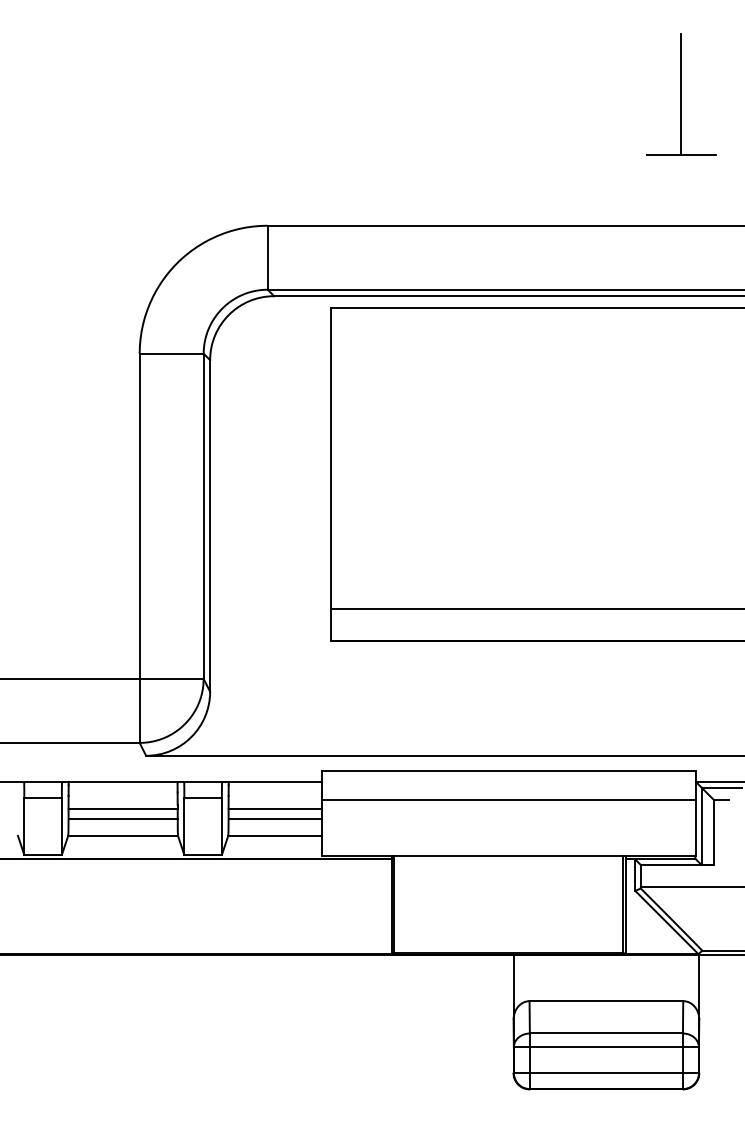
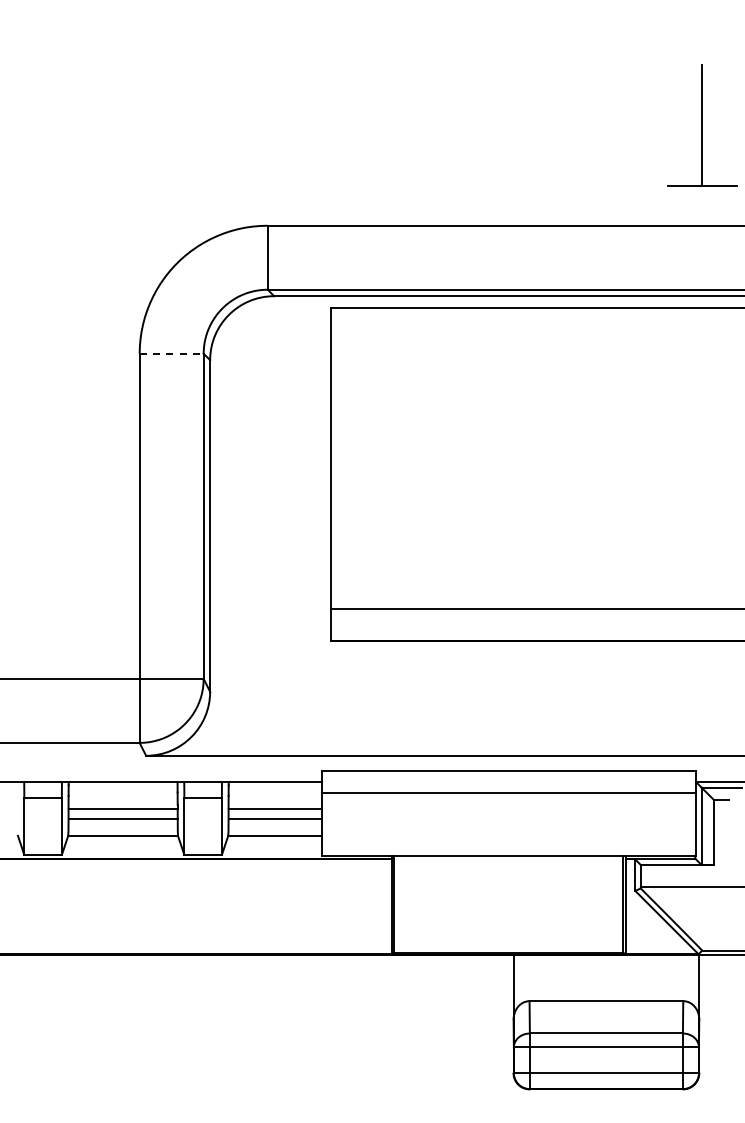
part at (681, 94) position: (681, 94) -> (702, 125)
line at (172, 353): solid -> dashed
line at (508, 800) position: (508, 800) -> (508, 793)
